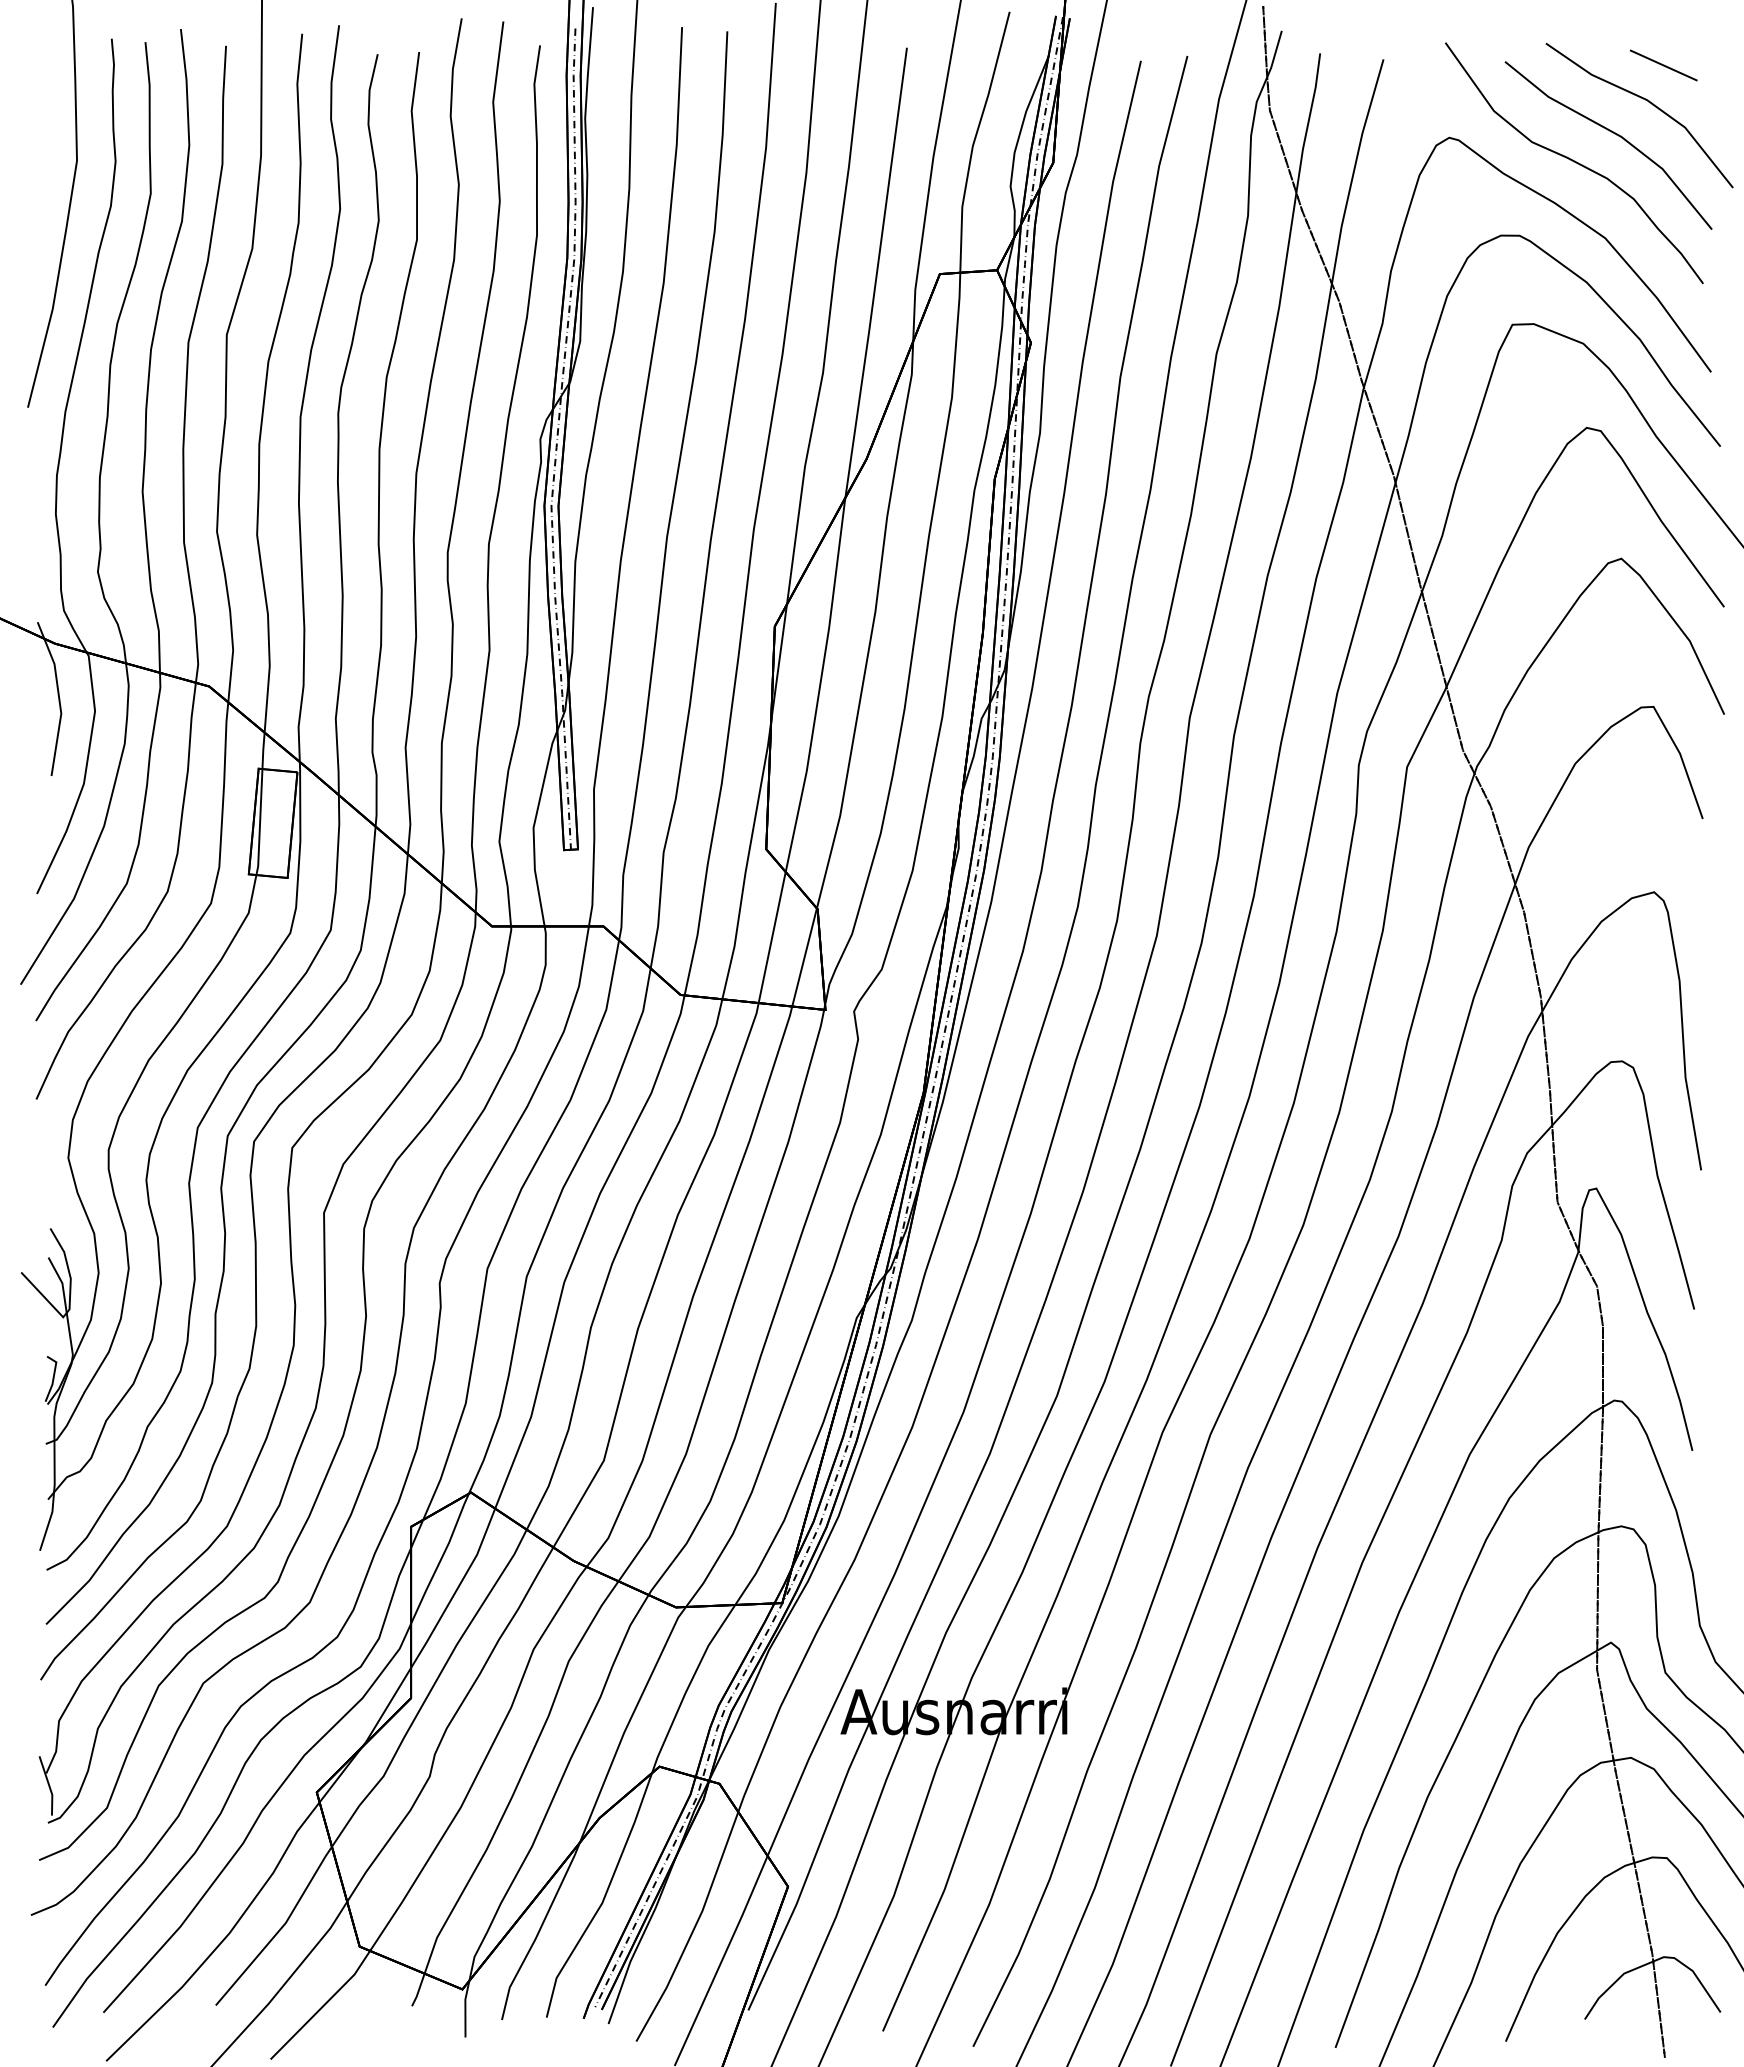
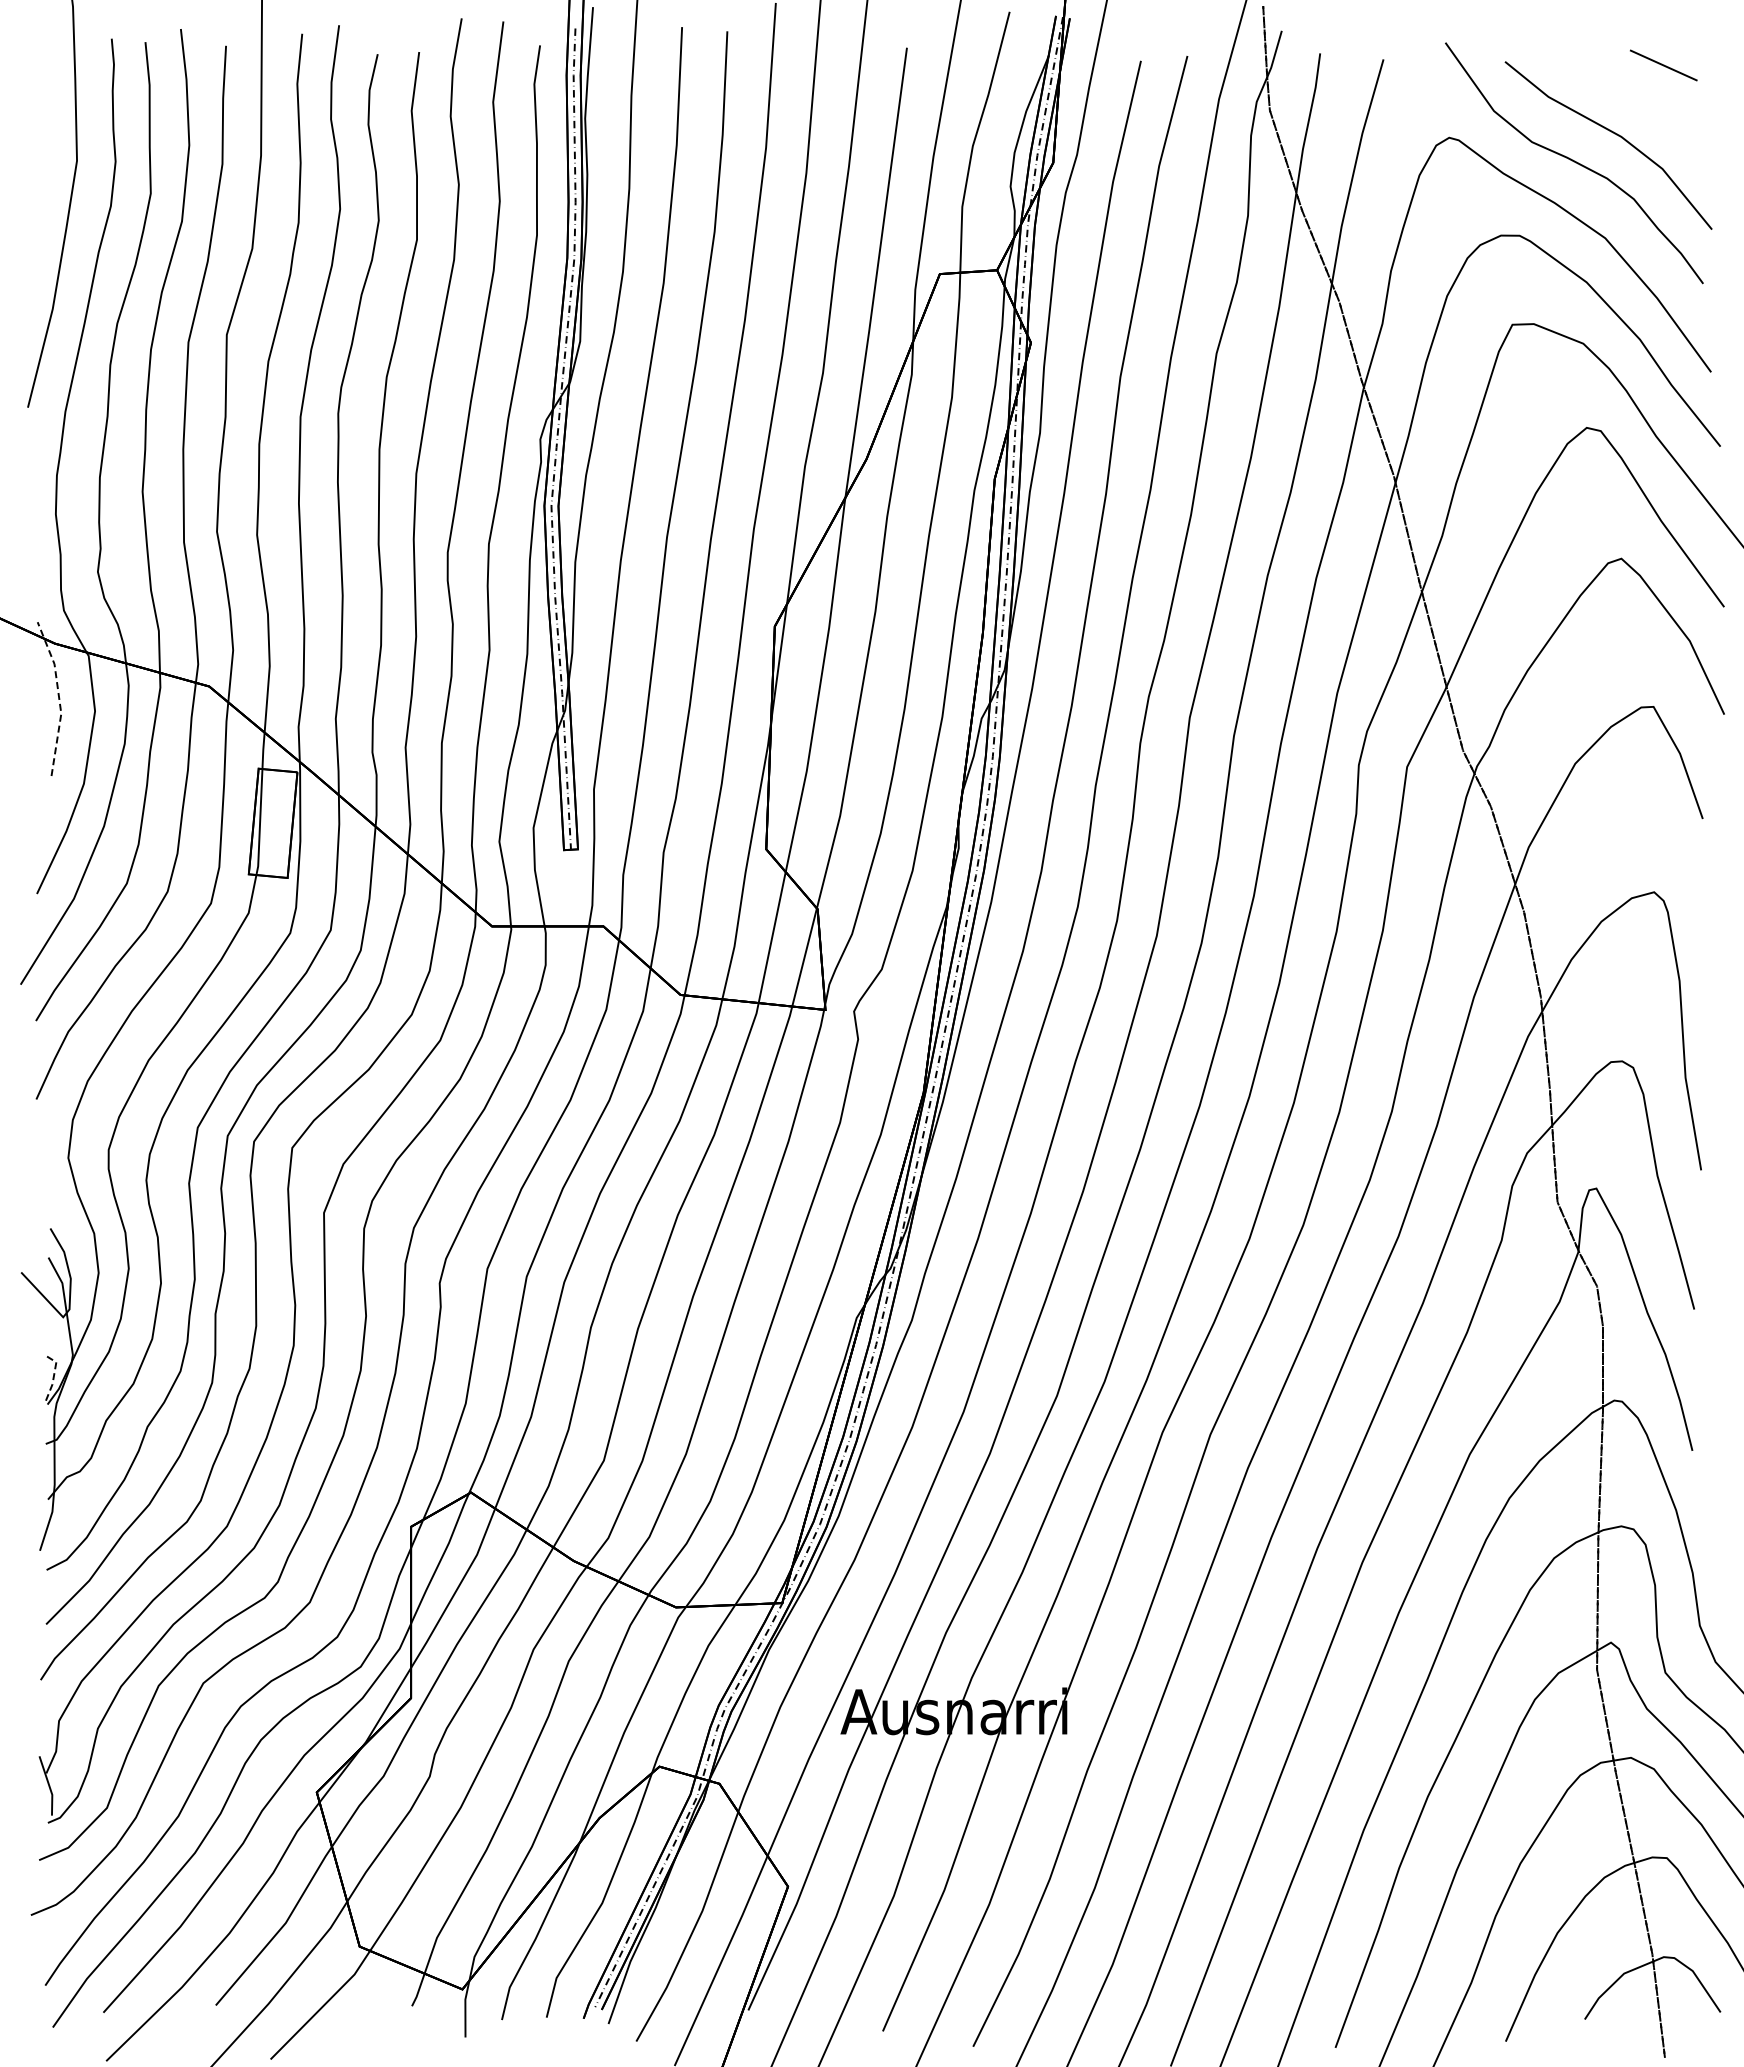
line at (1648, 102): present -> none
line at (59, 697): solid -> dashed
line at (53, 1377): solid -> dashed
